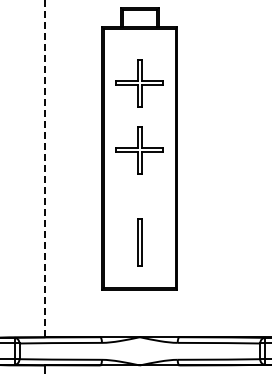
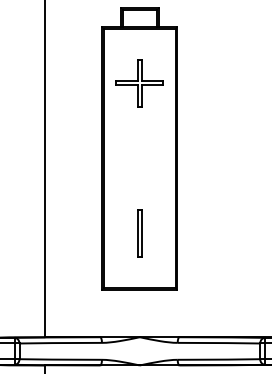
part at (139, 150): present -> none
line at (45, 168): dashed -> solid
part at (139, 242) position: (139, 242) -> (139, 233)
